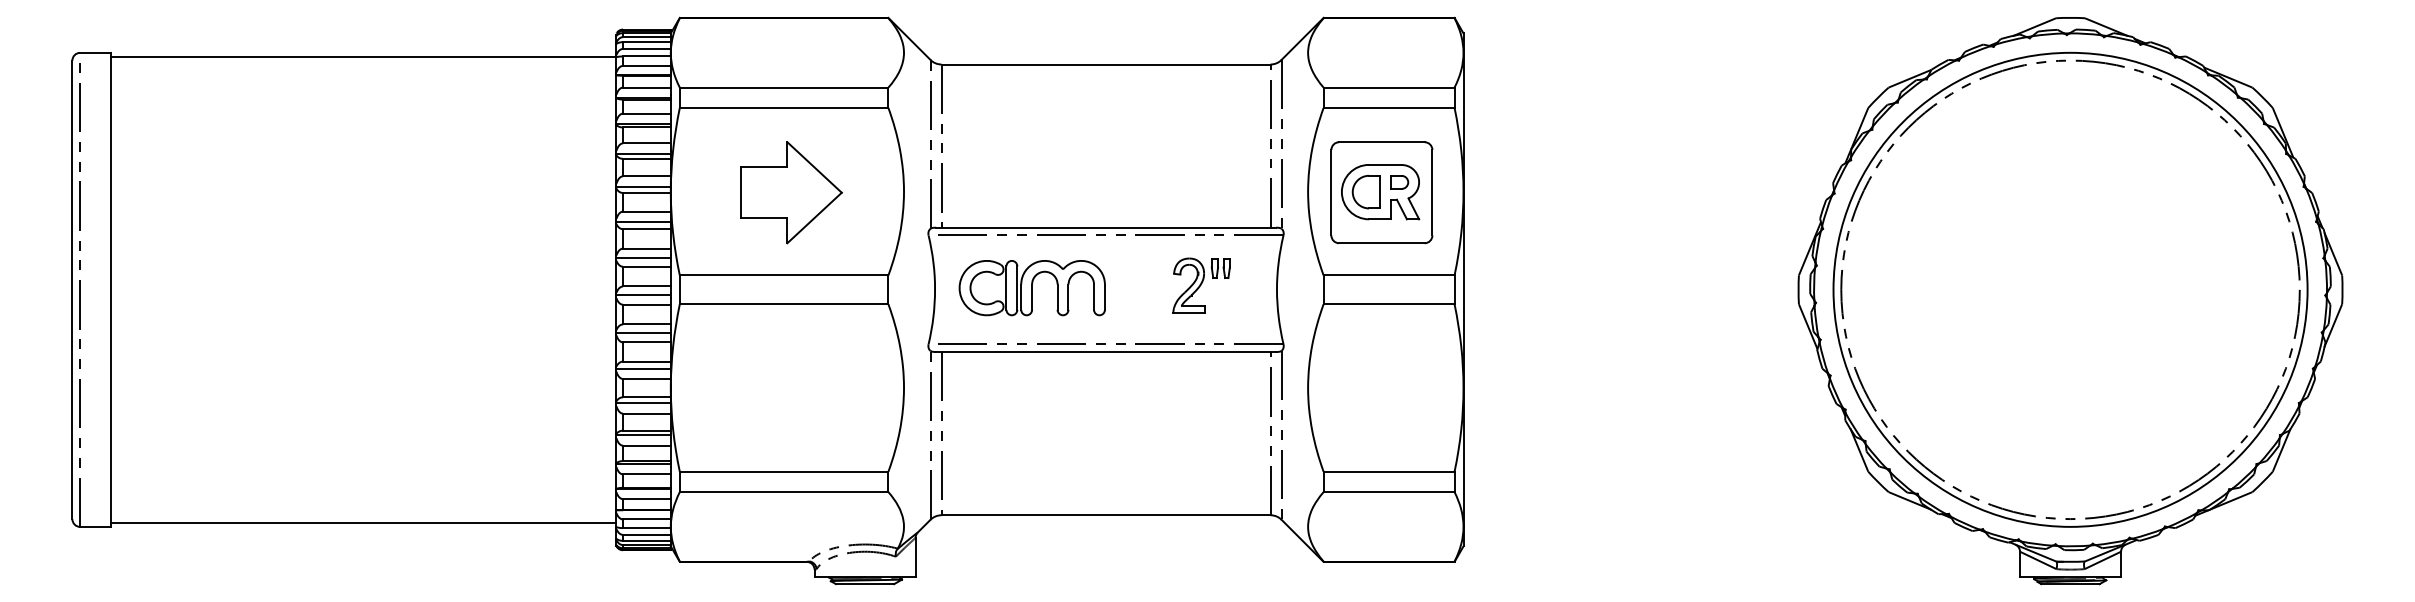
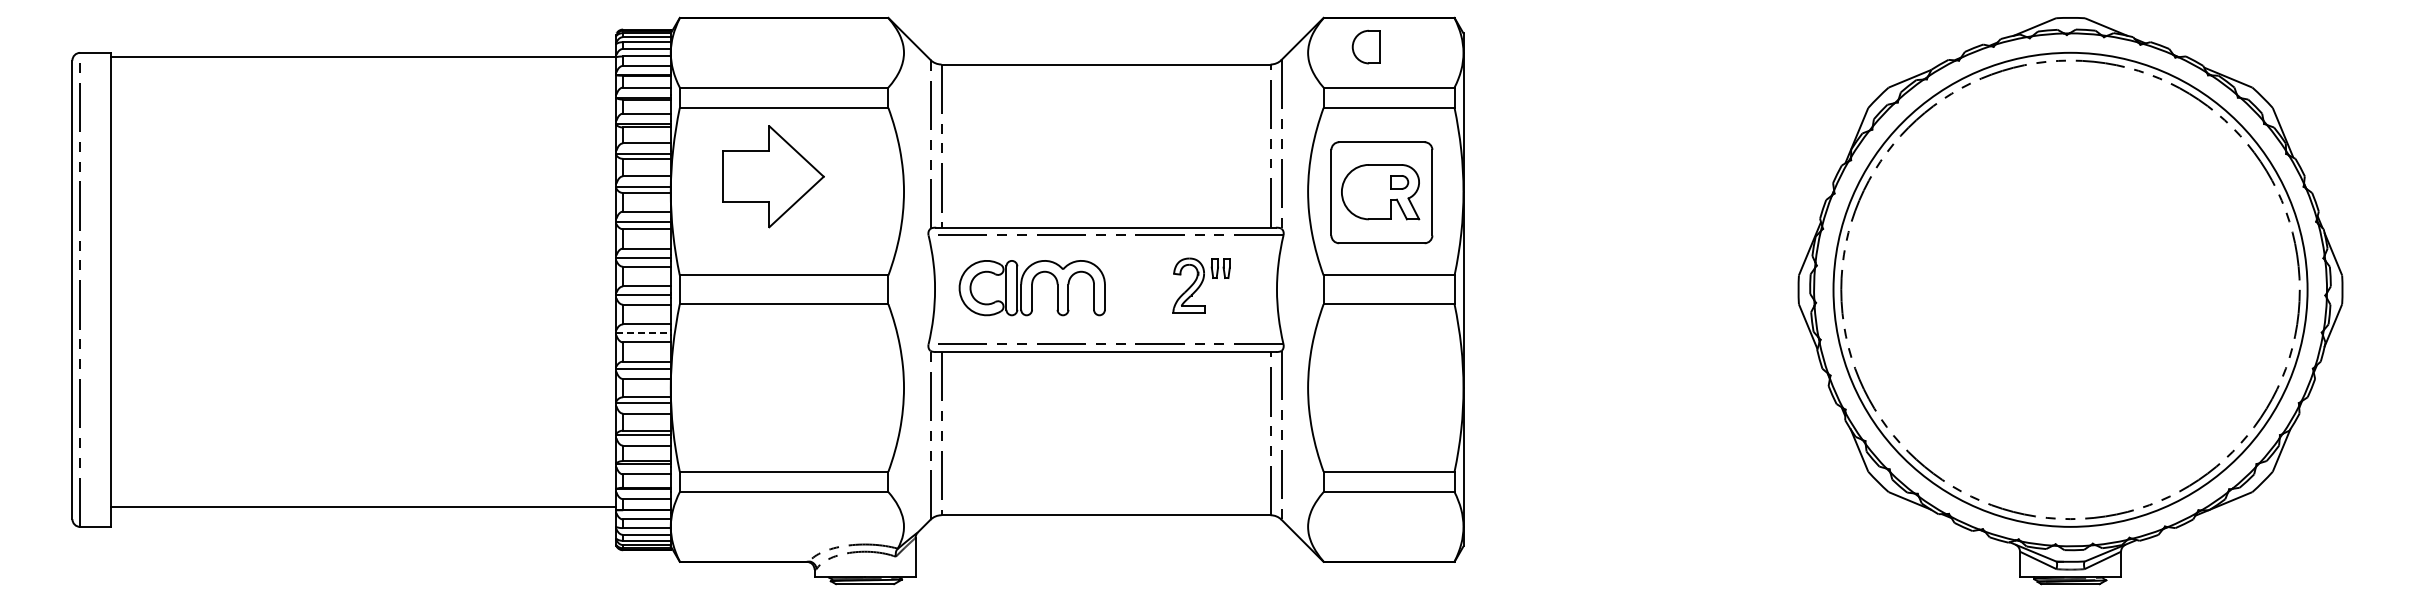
part at (1365, 191) position: (1365, 191) -> (1365, 46)
part at (791, 192) position: (791, 192) -> (773, 176)
line at (644, 332): solid -> dashed
line at (363, 523) position: (363, 523) -> (363, 507)
